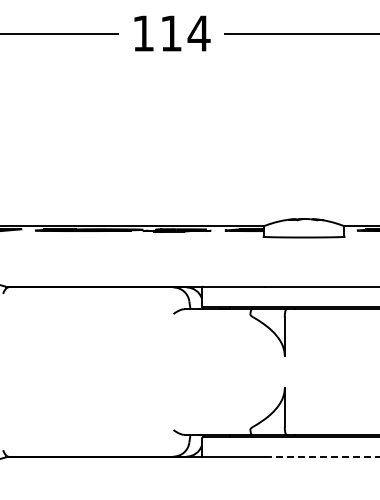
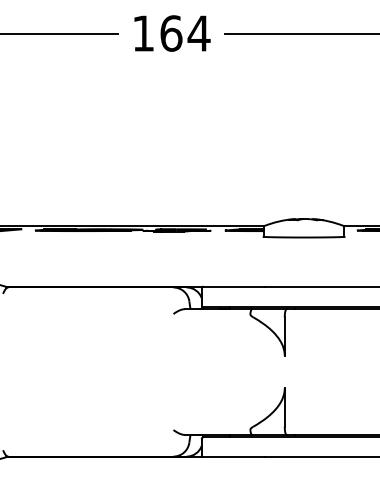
text at (171, 33): 114 -> 164
line at (322, 457): dashed -> solid
